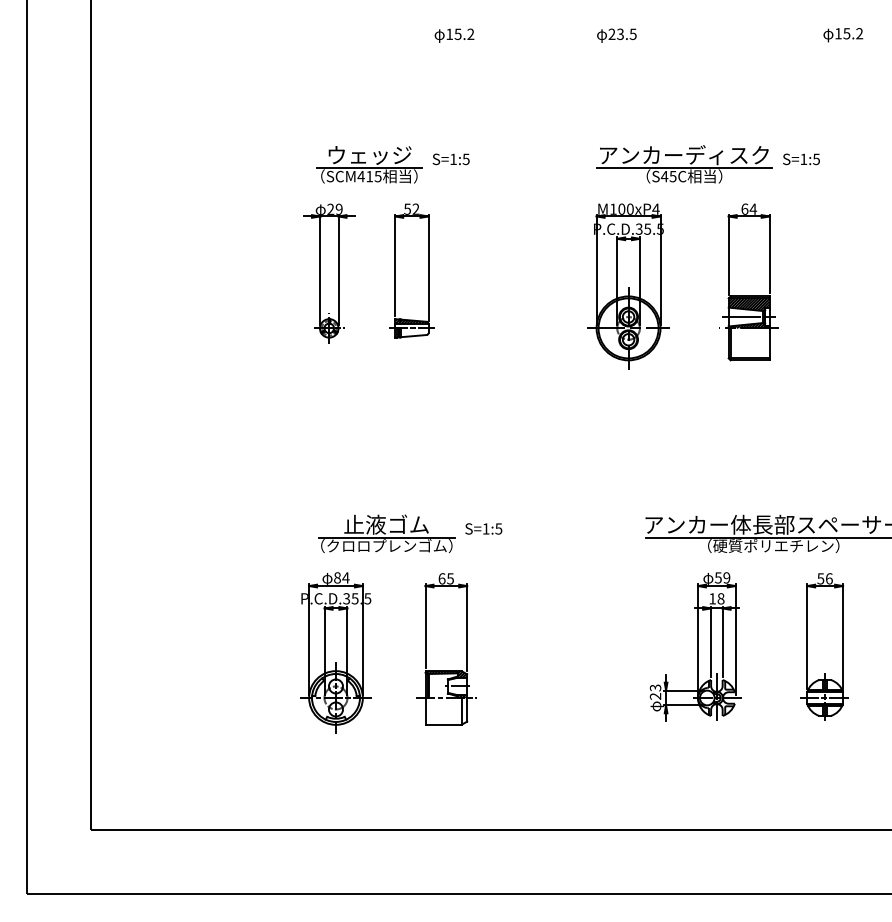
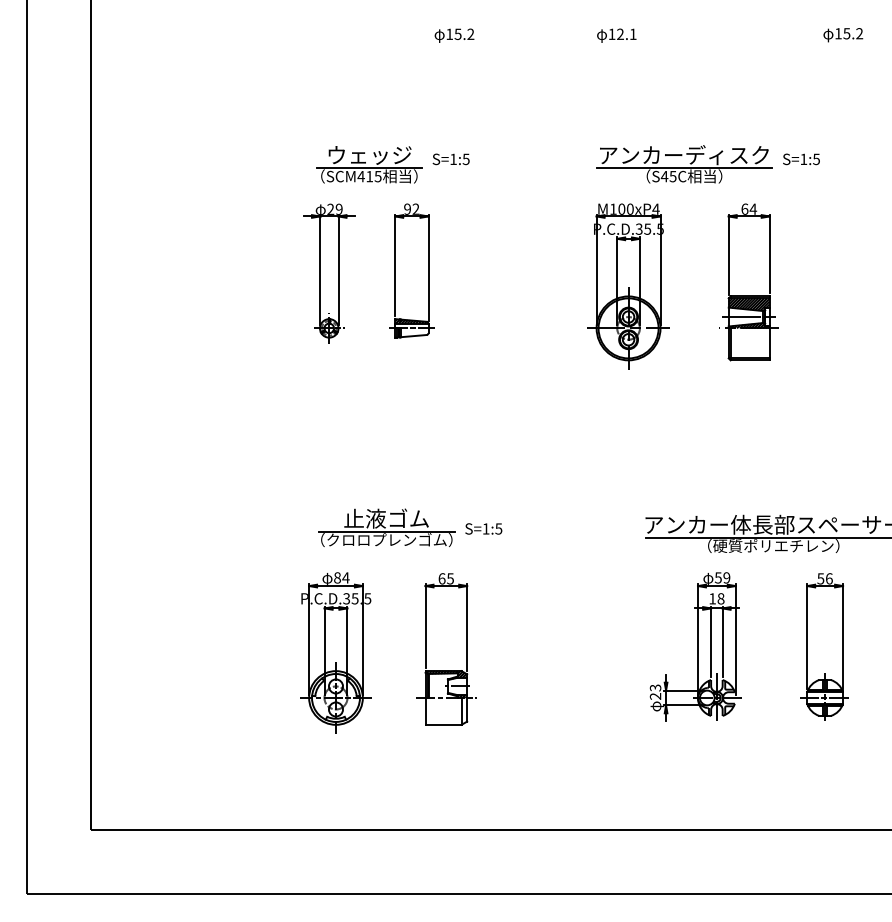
text at (622, 34): 23.5 -> 12.1
text at (407, 208): 52 -> 92
part at (386, 533) position: (386, 533) -> (386, 527)
